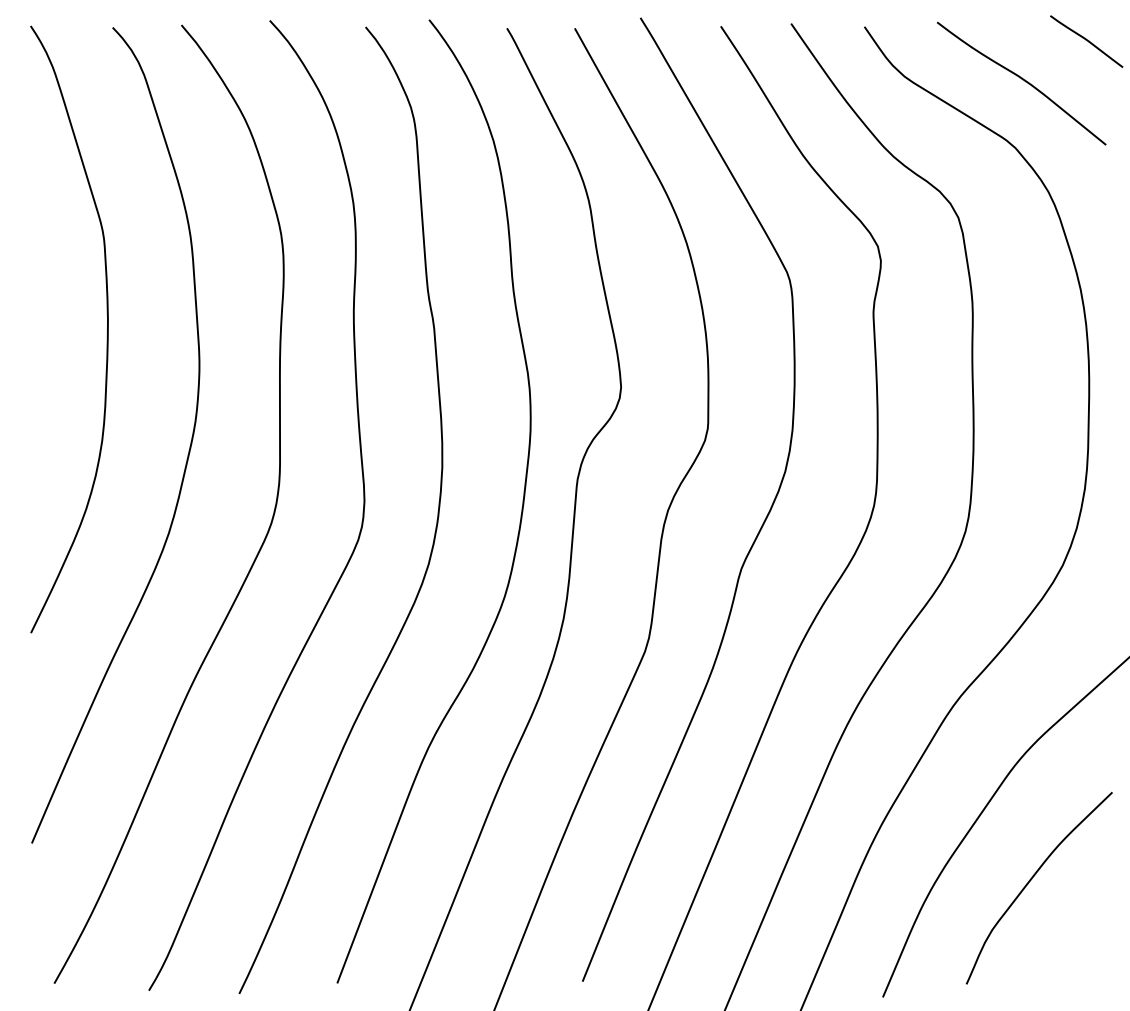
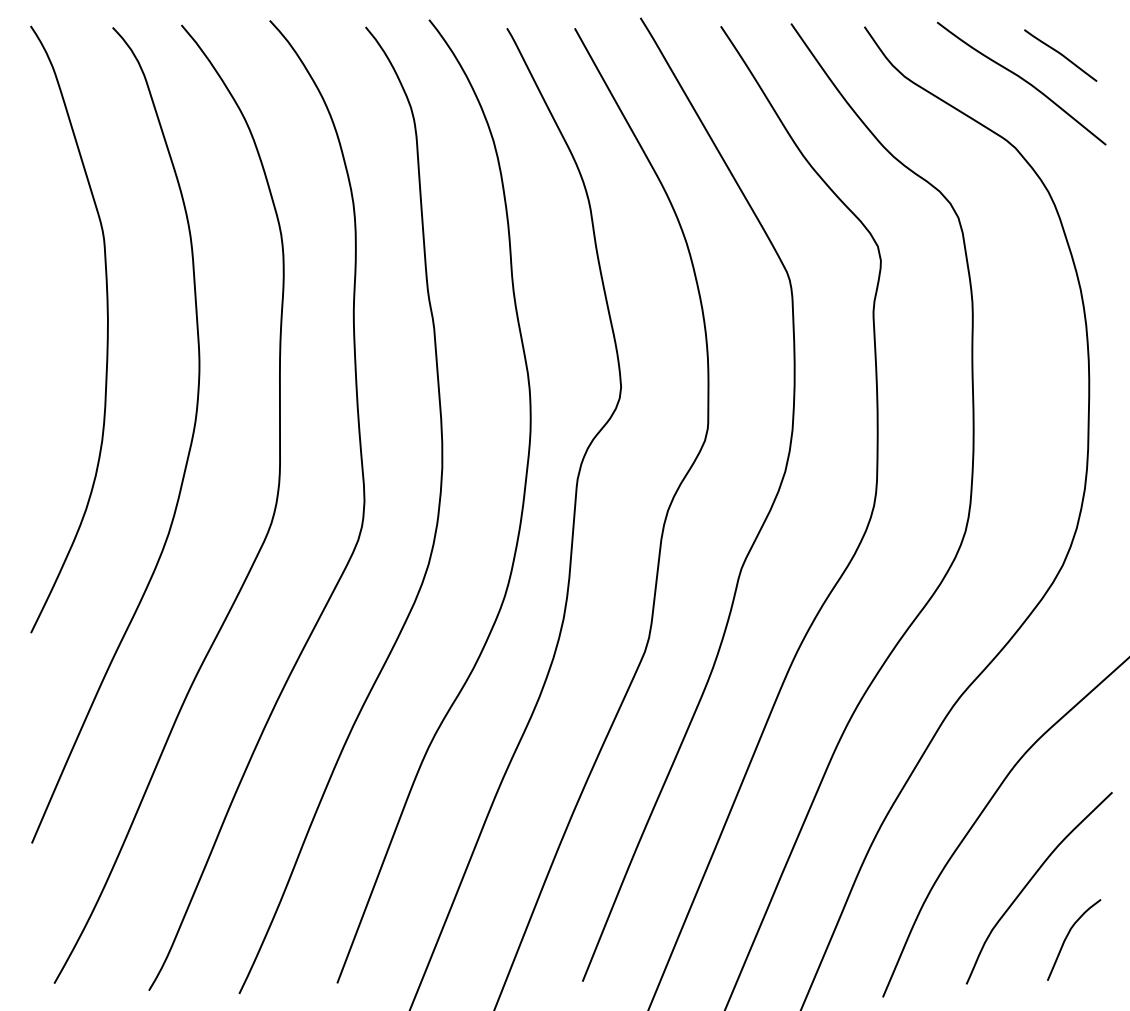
curve at (1086, 40) position: (1086, 40) -> (1060, 54)
curve at (1068, 935): none -> present
